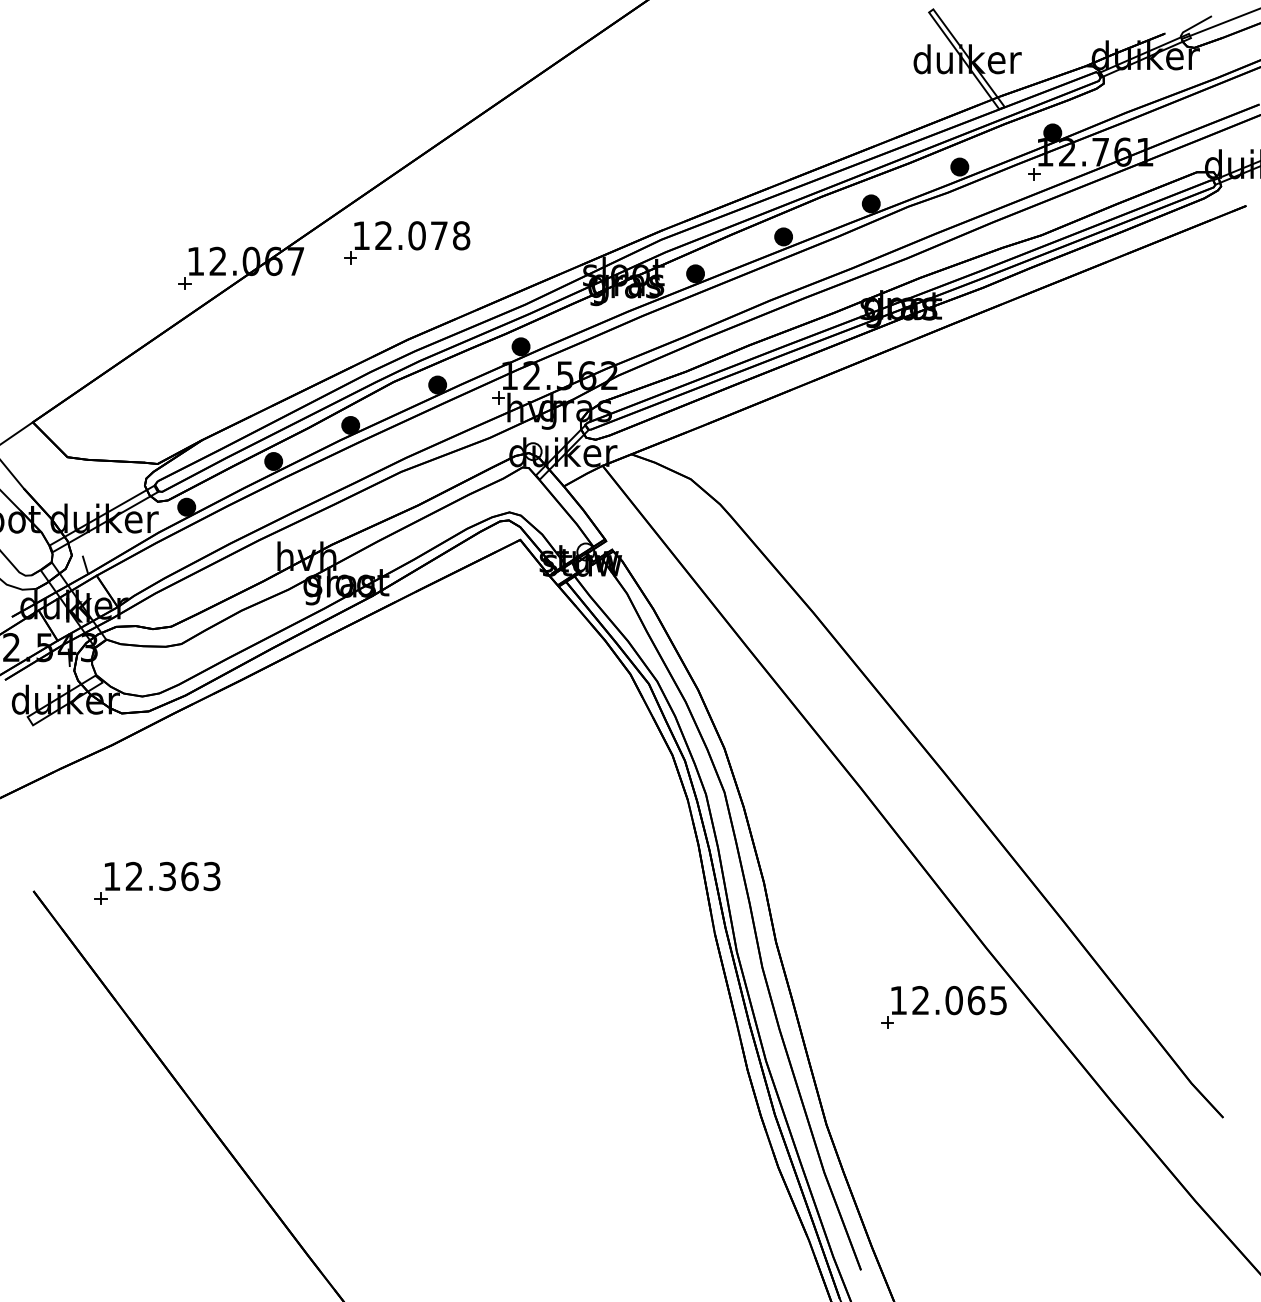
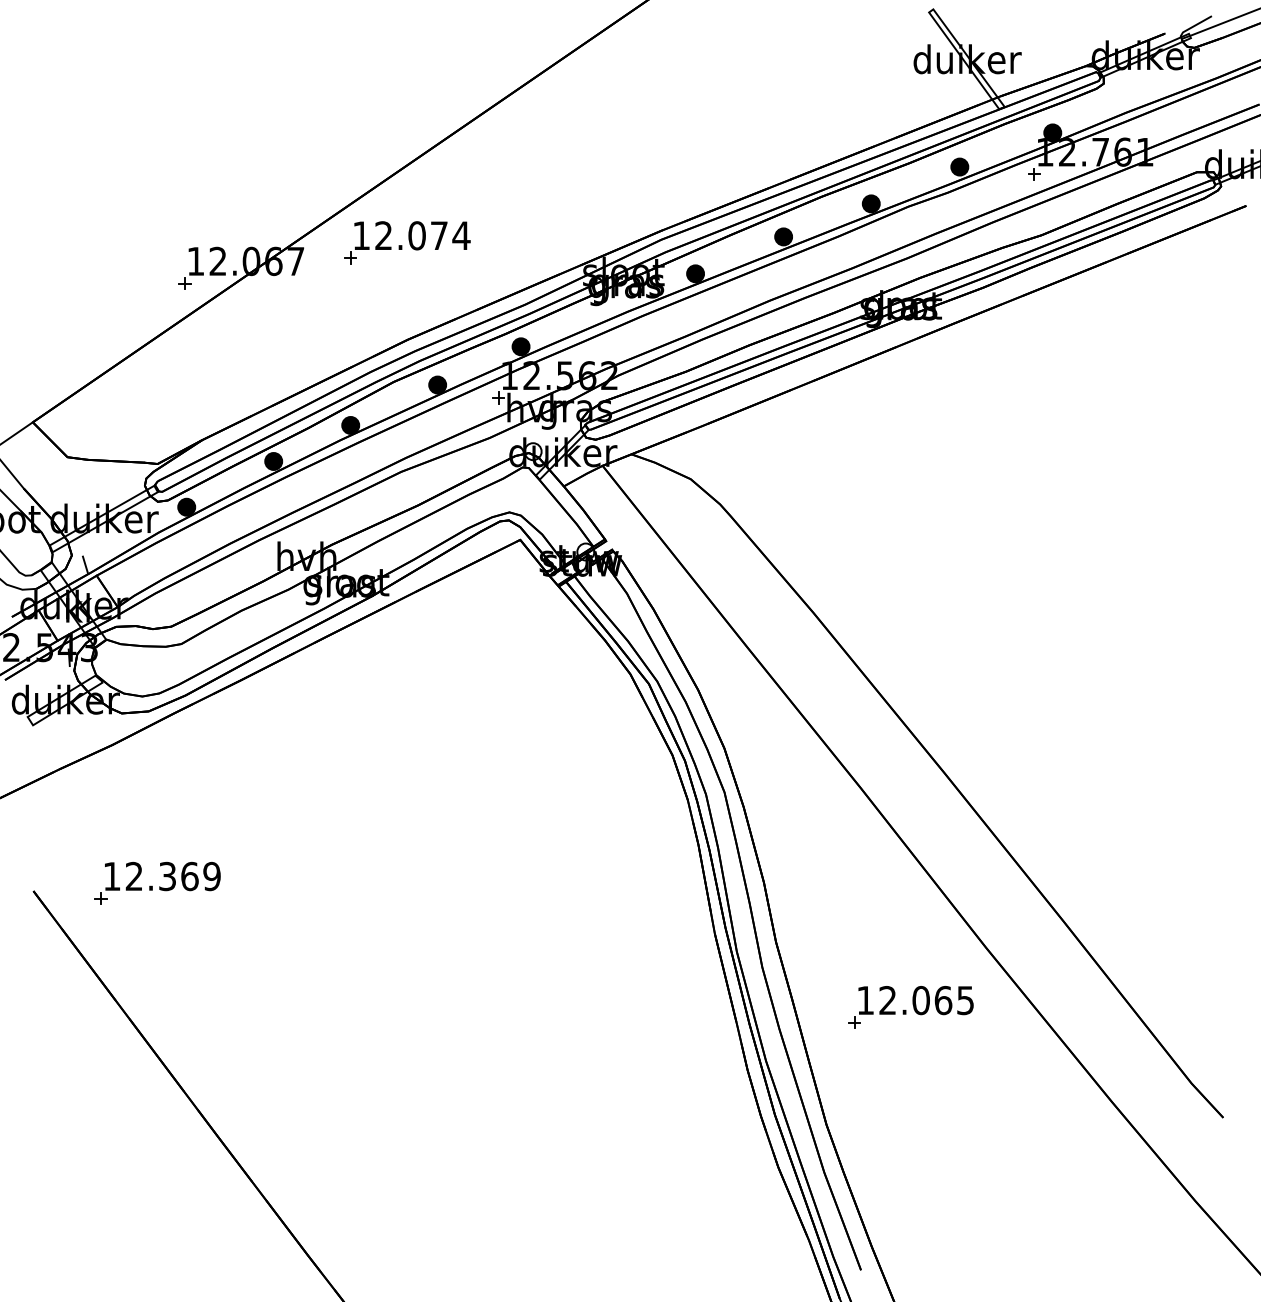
text at (461, 235): 12.078 -> 12.074
text at (211, 876): 12.363 -> 12.369
part at (943, 1007) position: (943, 1007) -> (910, 1007)
